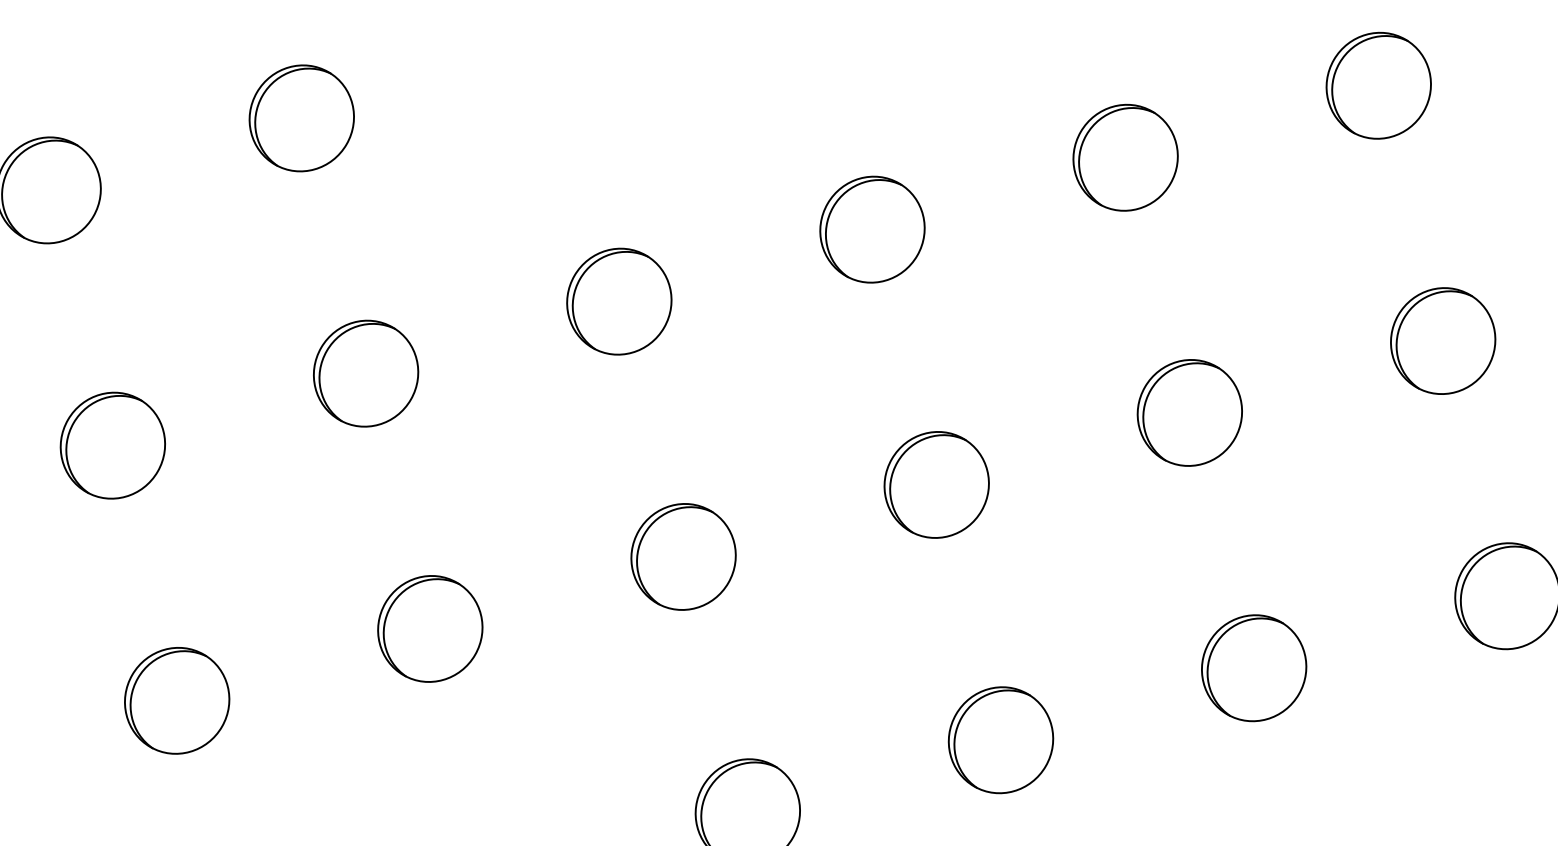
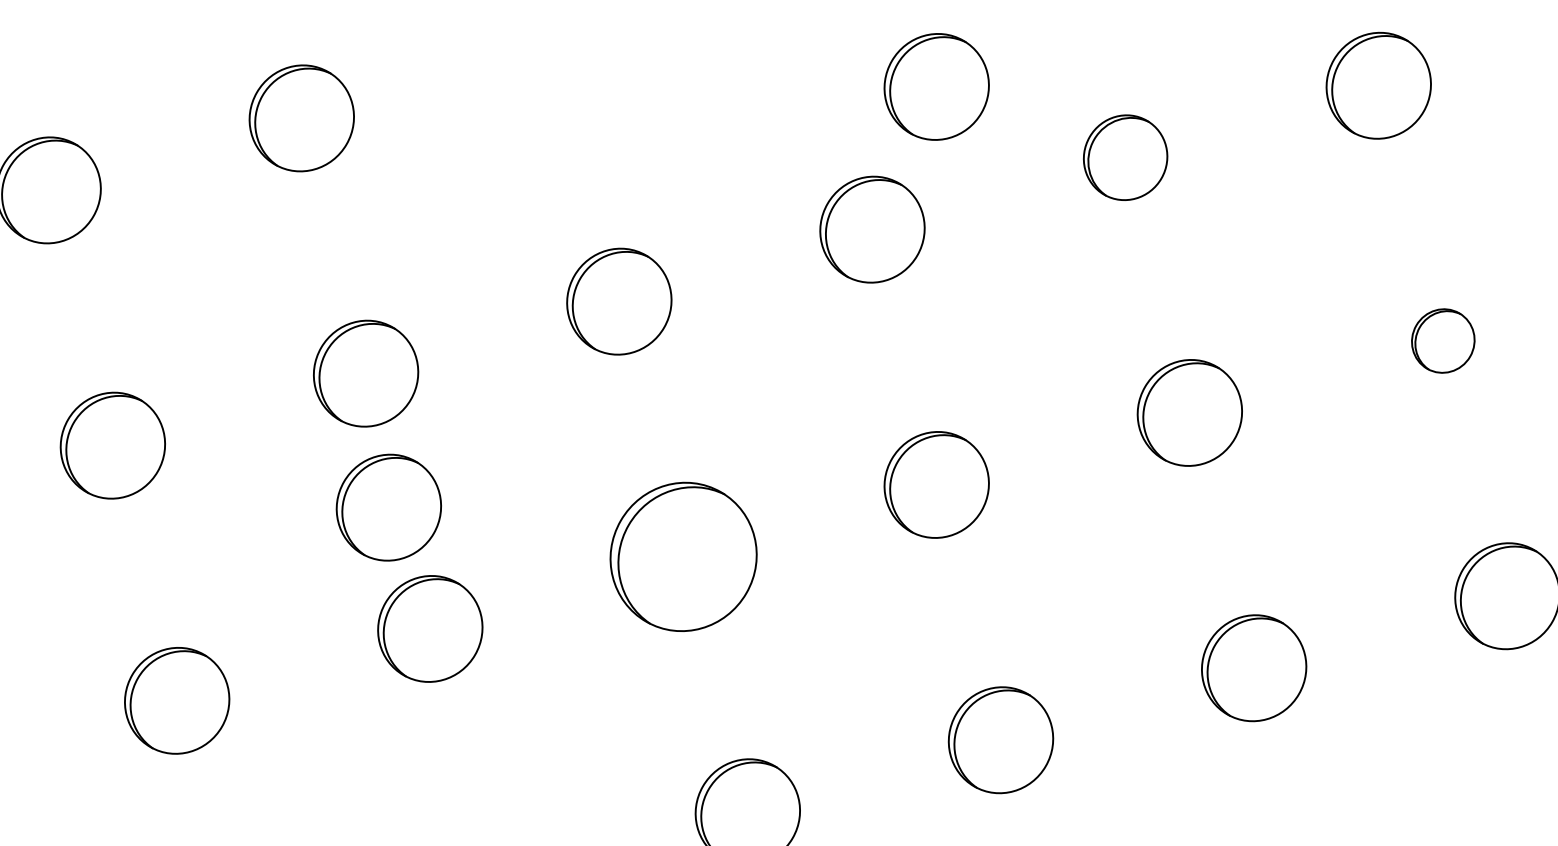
part at (936, 86): none -> present
part at (1125, 157) size: 107x109 px -> 86x87 px
part at (1443, 340) size: 107x108 px -> 65x66 px
part at (388, 507): none -> present
part at (683, 556) size: 107x108 px -> 149x151 px
